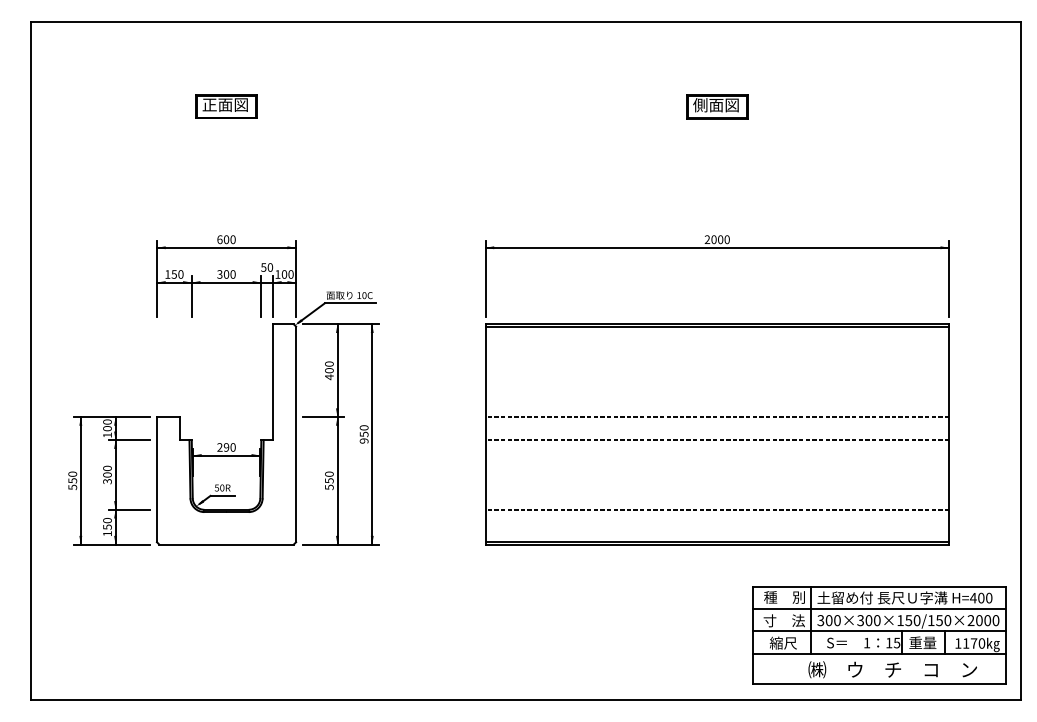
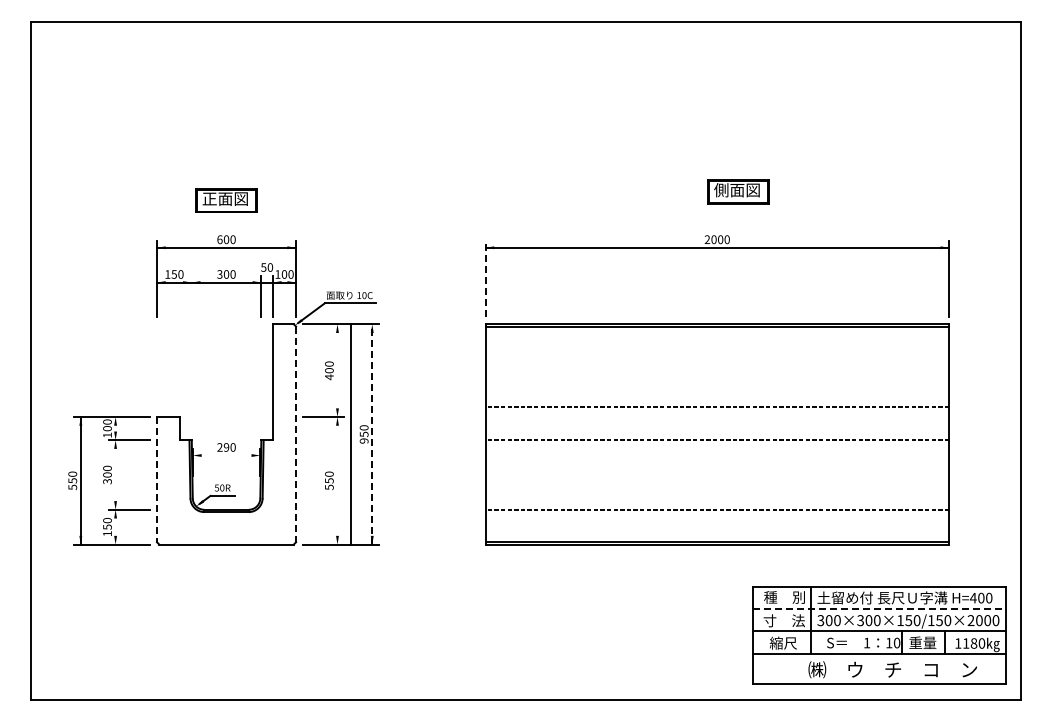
part at (226, 106) position: (226, 106) -> (226, 200)
part at (717, 106) position: (717, 106) -> (738, 191)
line at (485, 278): solid -> dashed
line at (191, 296): present -> none
line at (717, 417) position: (717, 417) -> (717, 407)
line at (372, 433): solid -> dashed
line at (296, 434): solid -> dashed
line at (337, 434) position: (337, 434) -> (350, 434)
line at (226, 455): present -> none
line at (157, 479): solid -> dashed
line at (115, 480): present -> none
line at (879, 608): solid -> dashed
text at (896, 642): 15 -> 10
text at (973, 643): 1170 -> 1180
